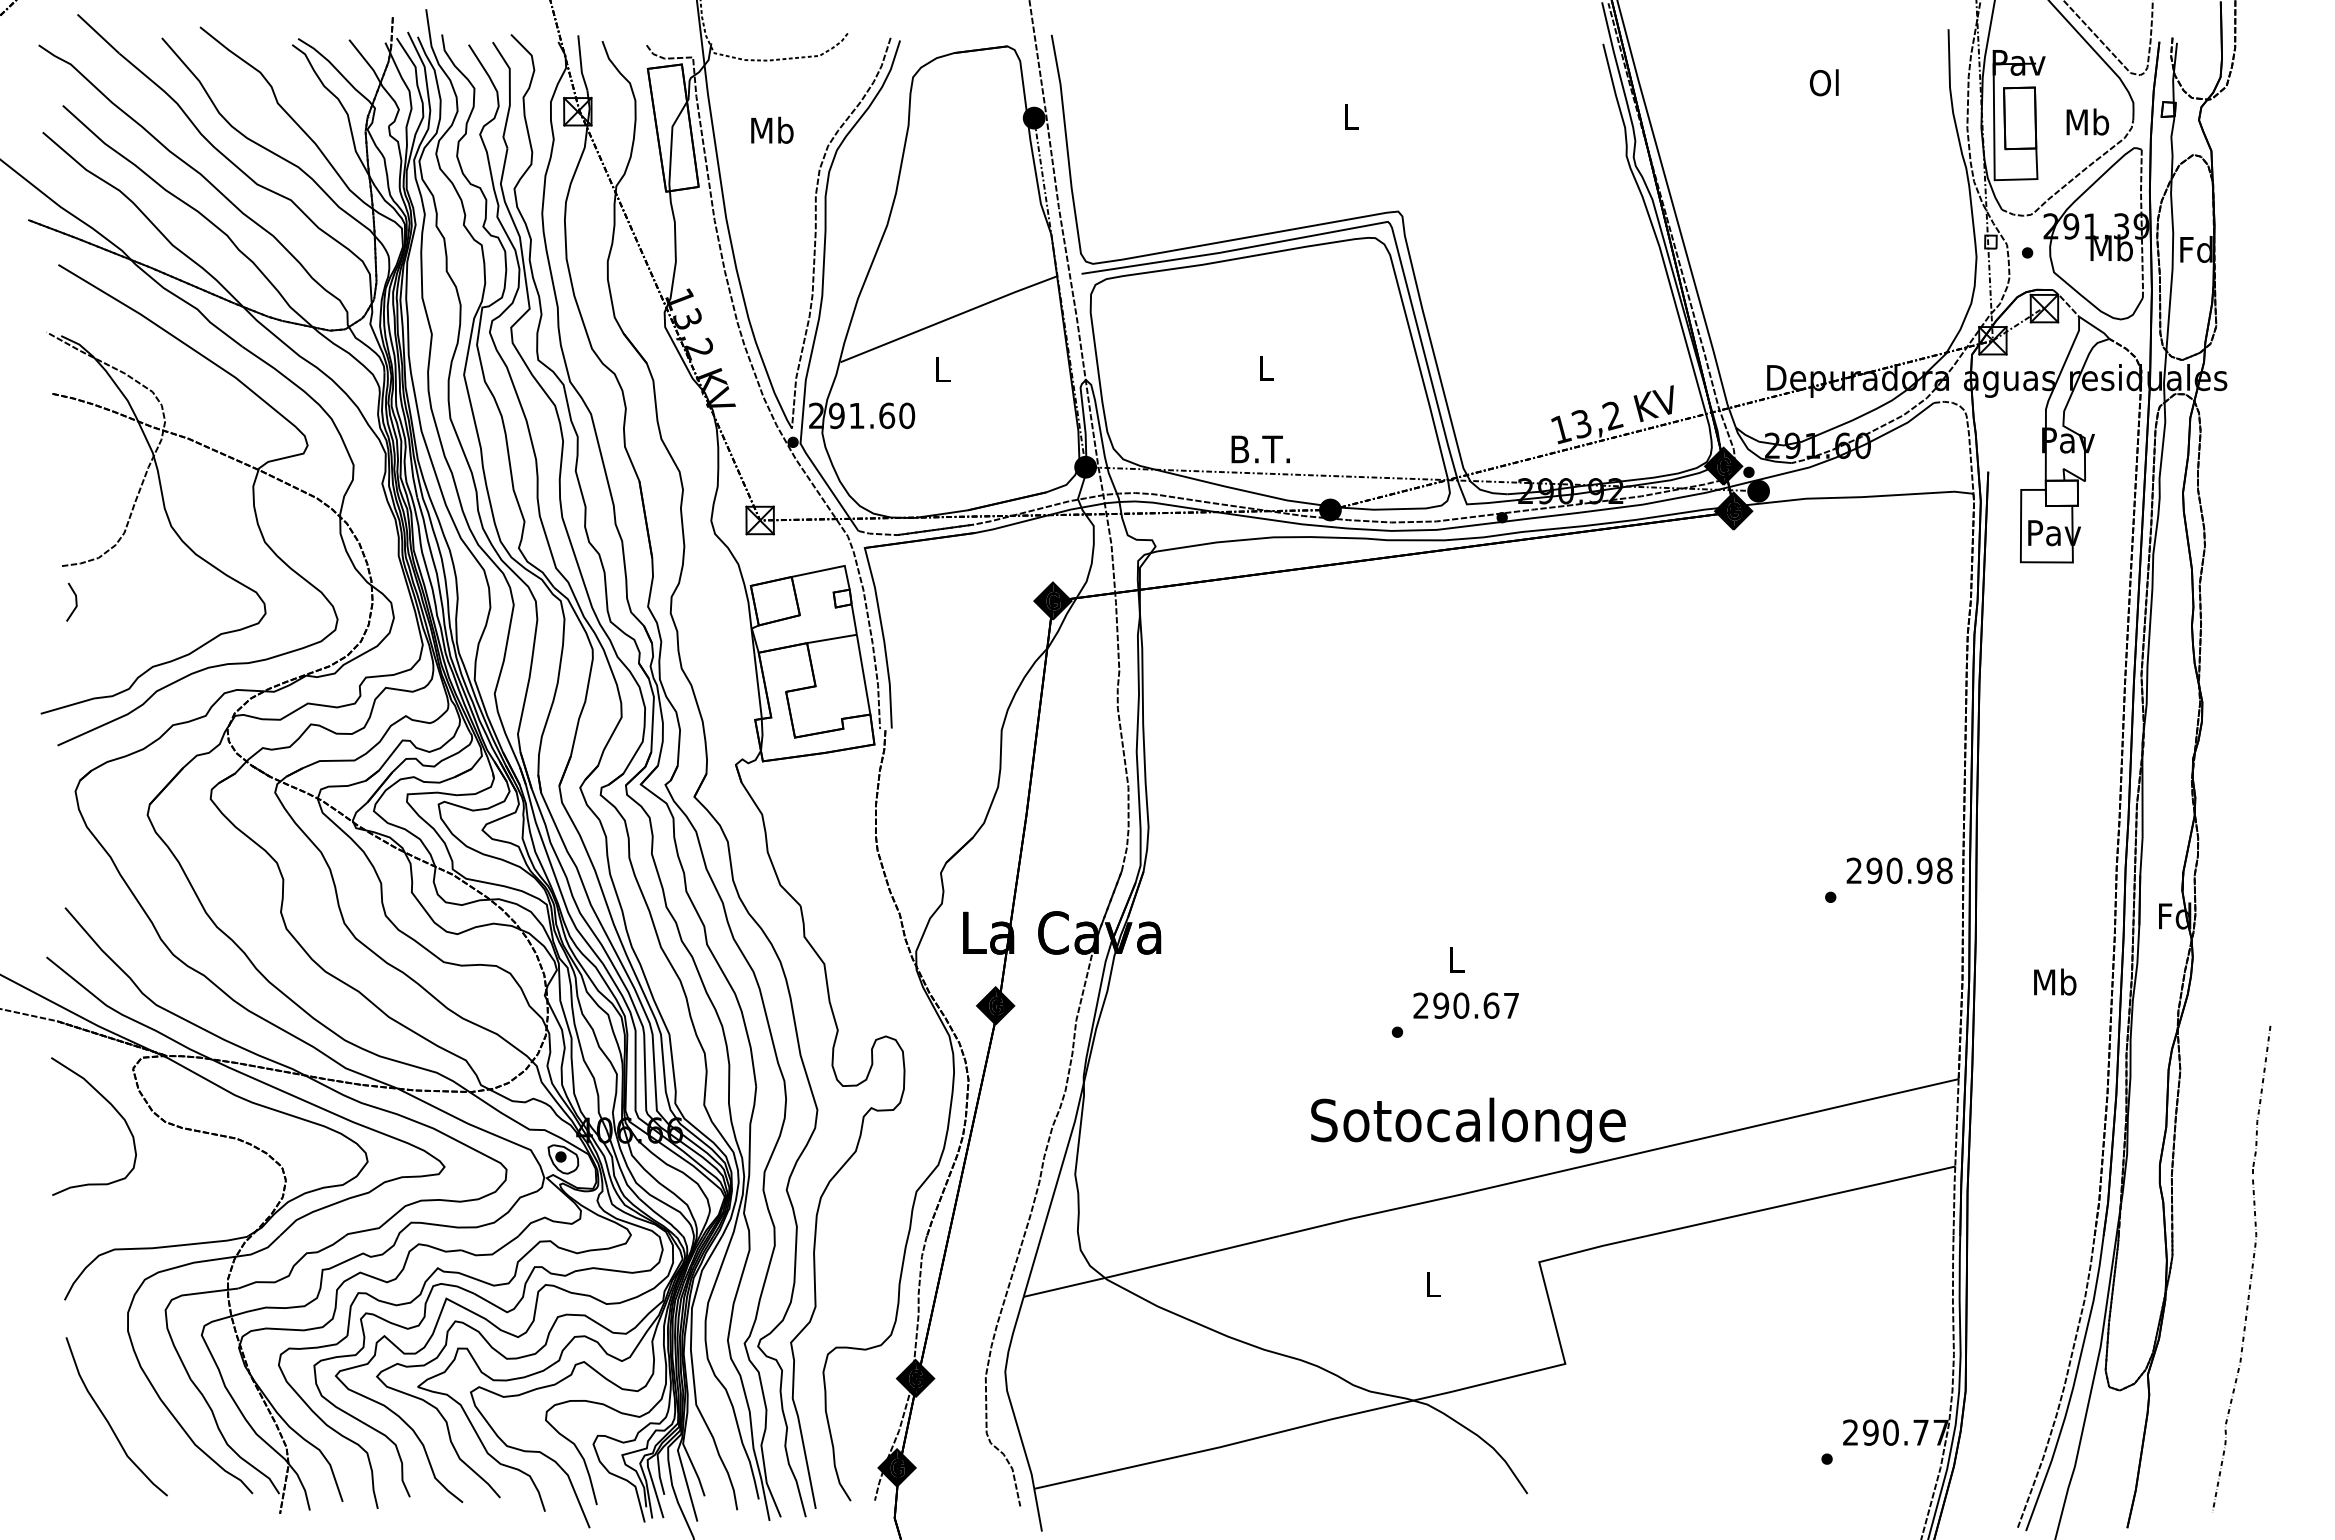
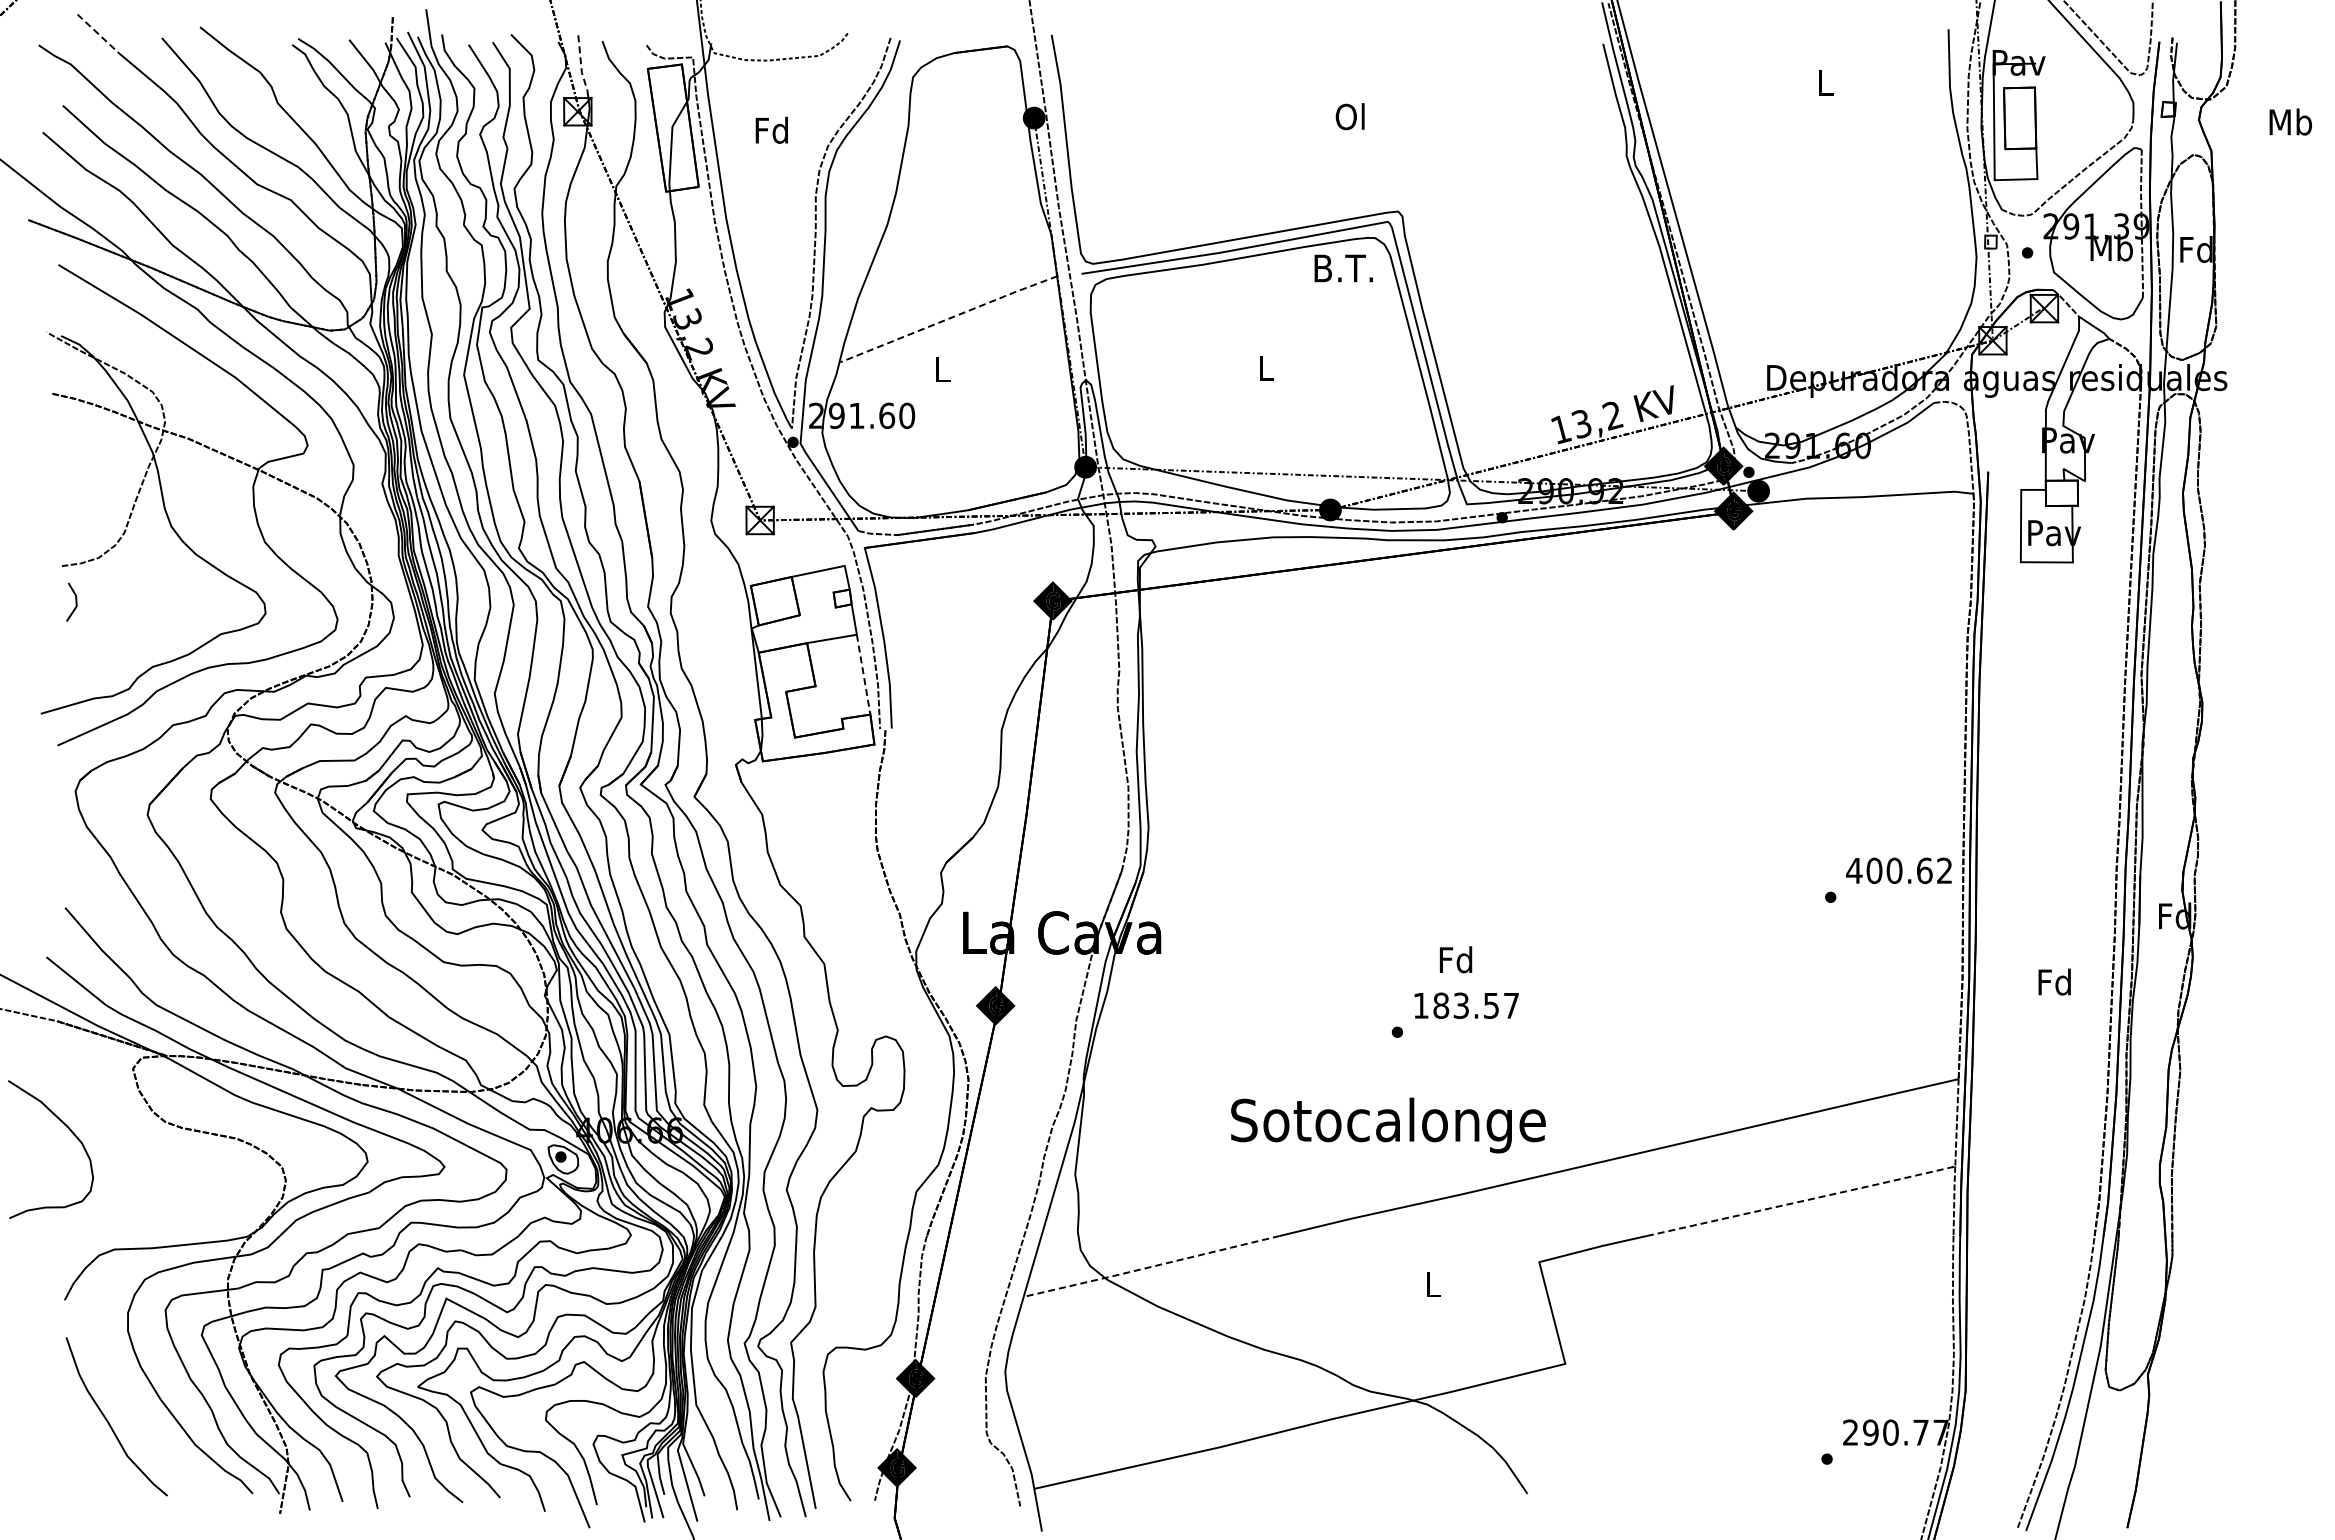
line at (98, 34): solid -> dashed
line at (581, 64): solid -> dashed
text at (1823, 82): Ol -> L
text at (1349, 116): L -> Ol
text at (2087, 121) position: (2087, 121) -> (2290, 121)
text at (772, 129): Mb -> Fd
line at (948, 318): solid -> dashed
text at (1260, 449) position: (1260, 449) -> (1343, 268)
line at (863, 675): solid -> dashed
text at (1899, 870): 290.98 -> 400.62
text at (1455, 959): L -> Fd
text at (2055, 981): Mb -> Fd
text at (1456, 1005): 290.67 -> 183.57
curve at (112, 1107) position: (112, 1107) -> (69, 1130)
text at (1468, 1125) position: (1468, 1125) -> (1388, 1125)
line at (1802, 1201): solid -> dashed
line at (1150, 1267): solid -> dashed
part at (2251, 1268): present -> none
